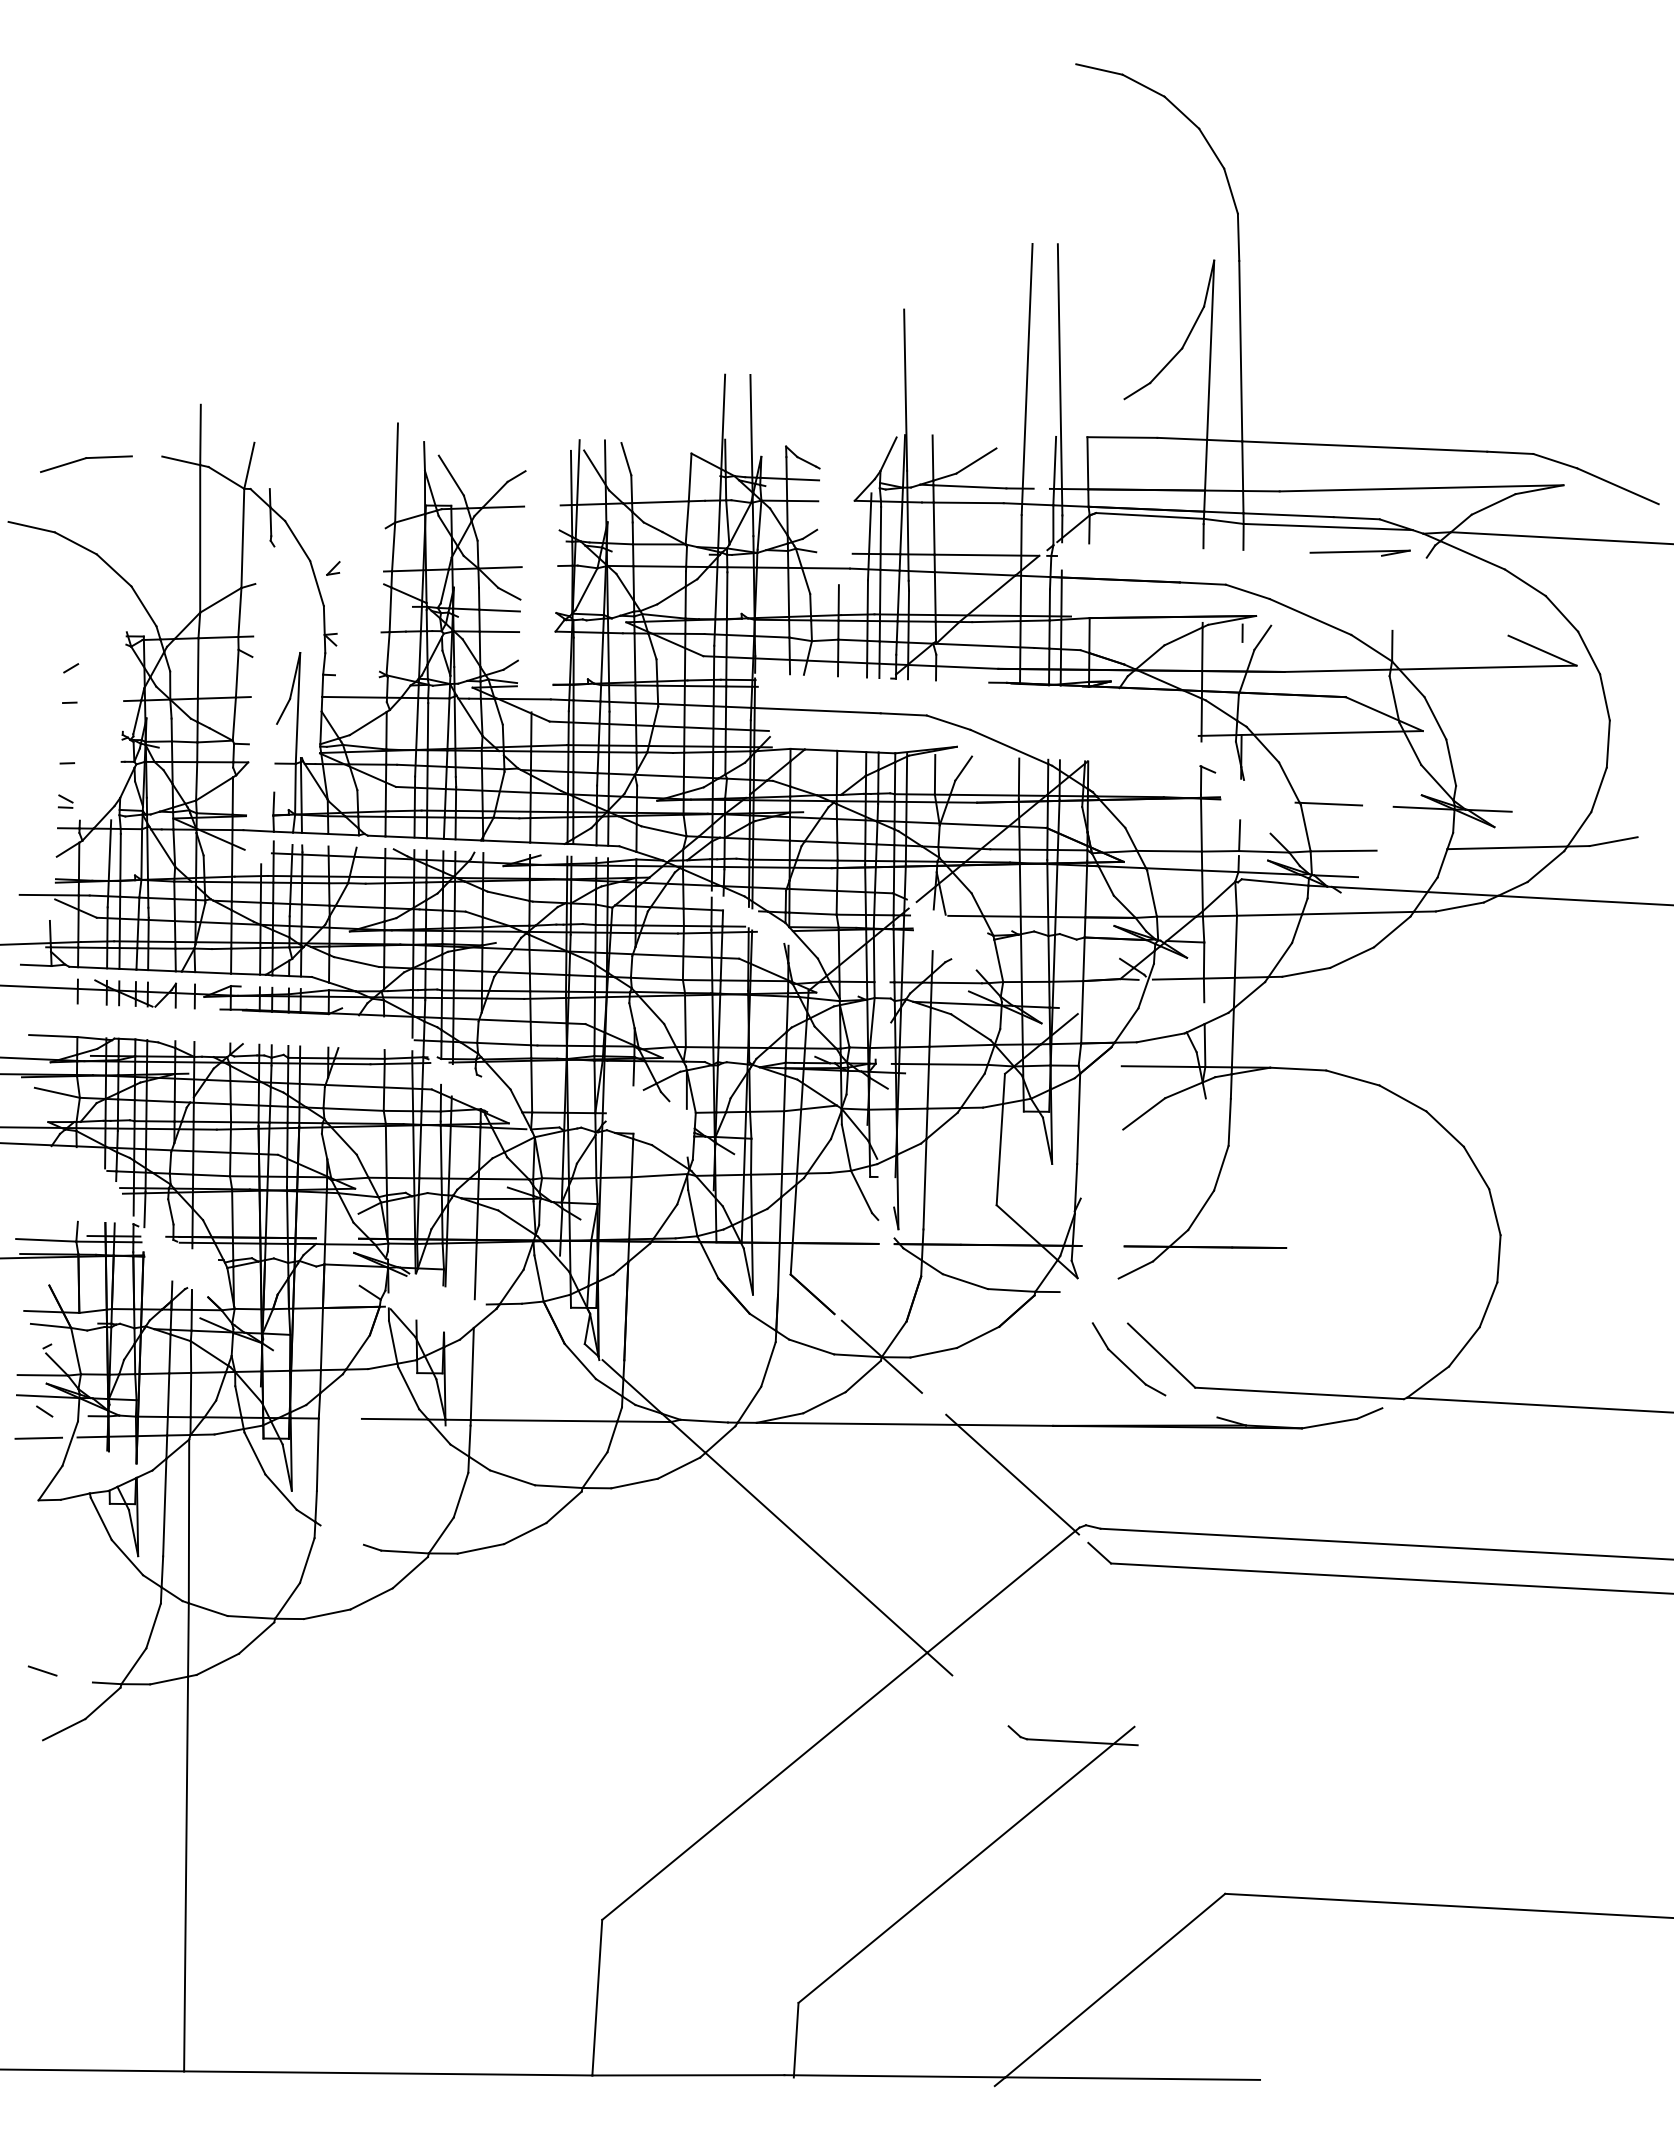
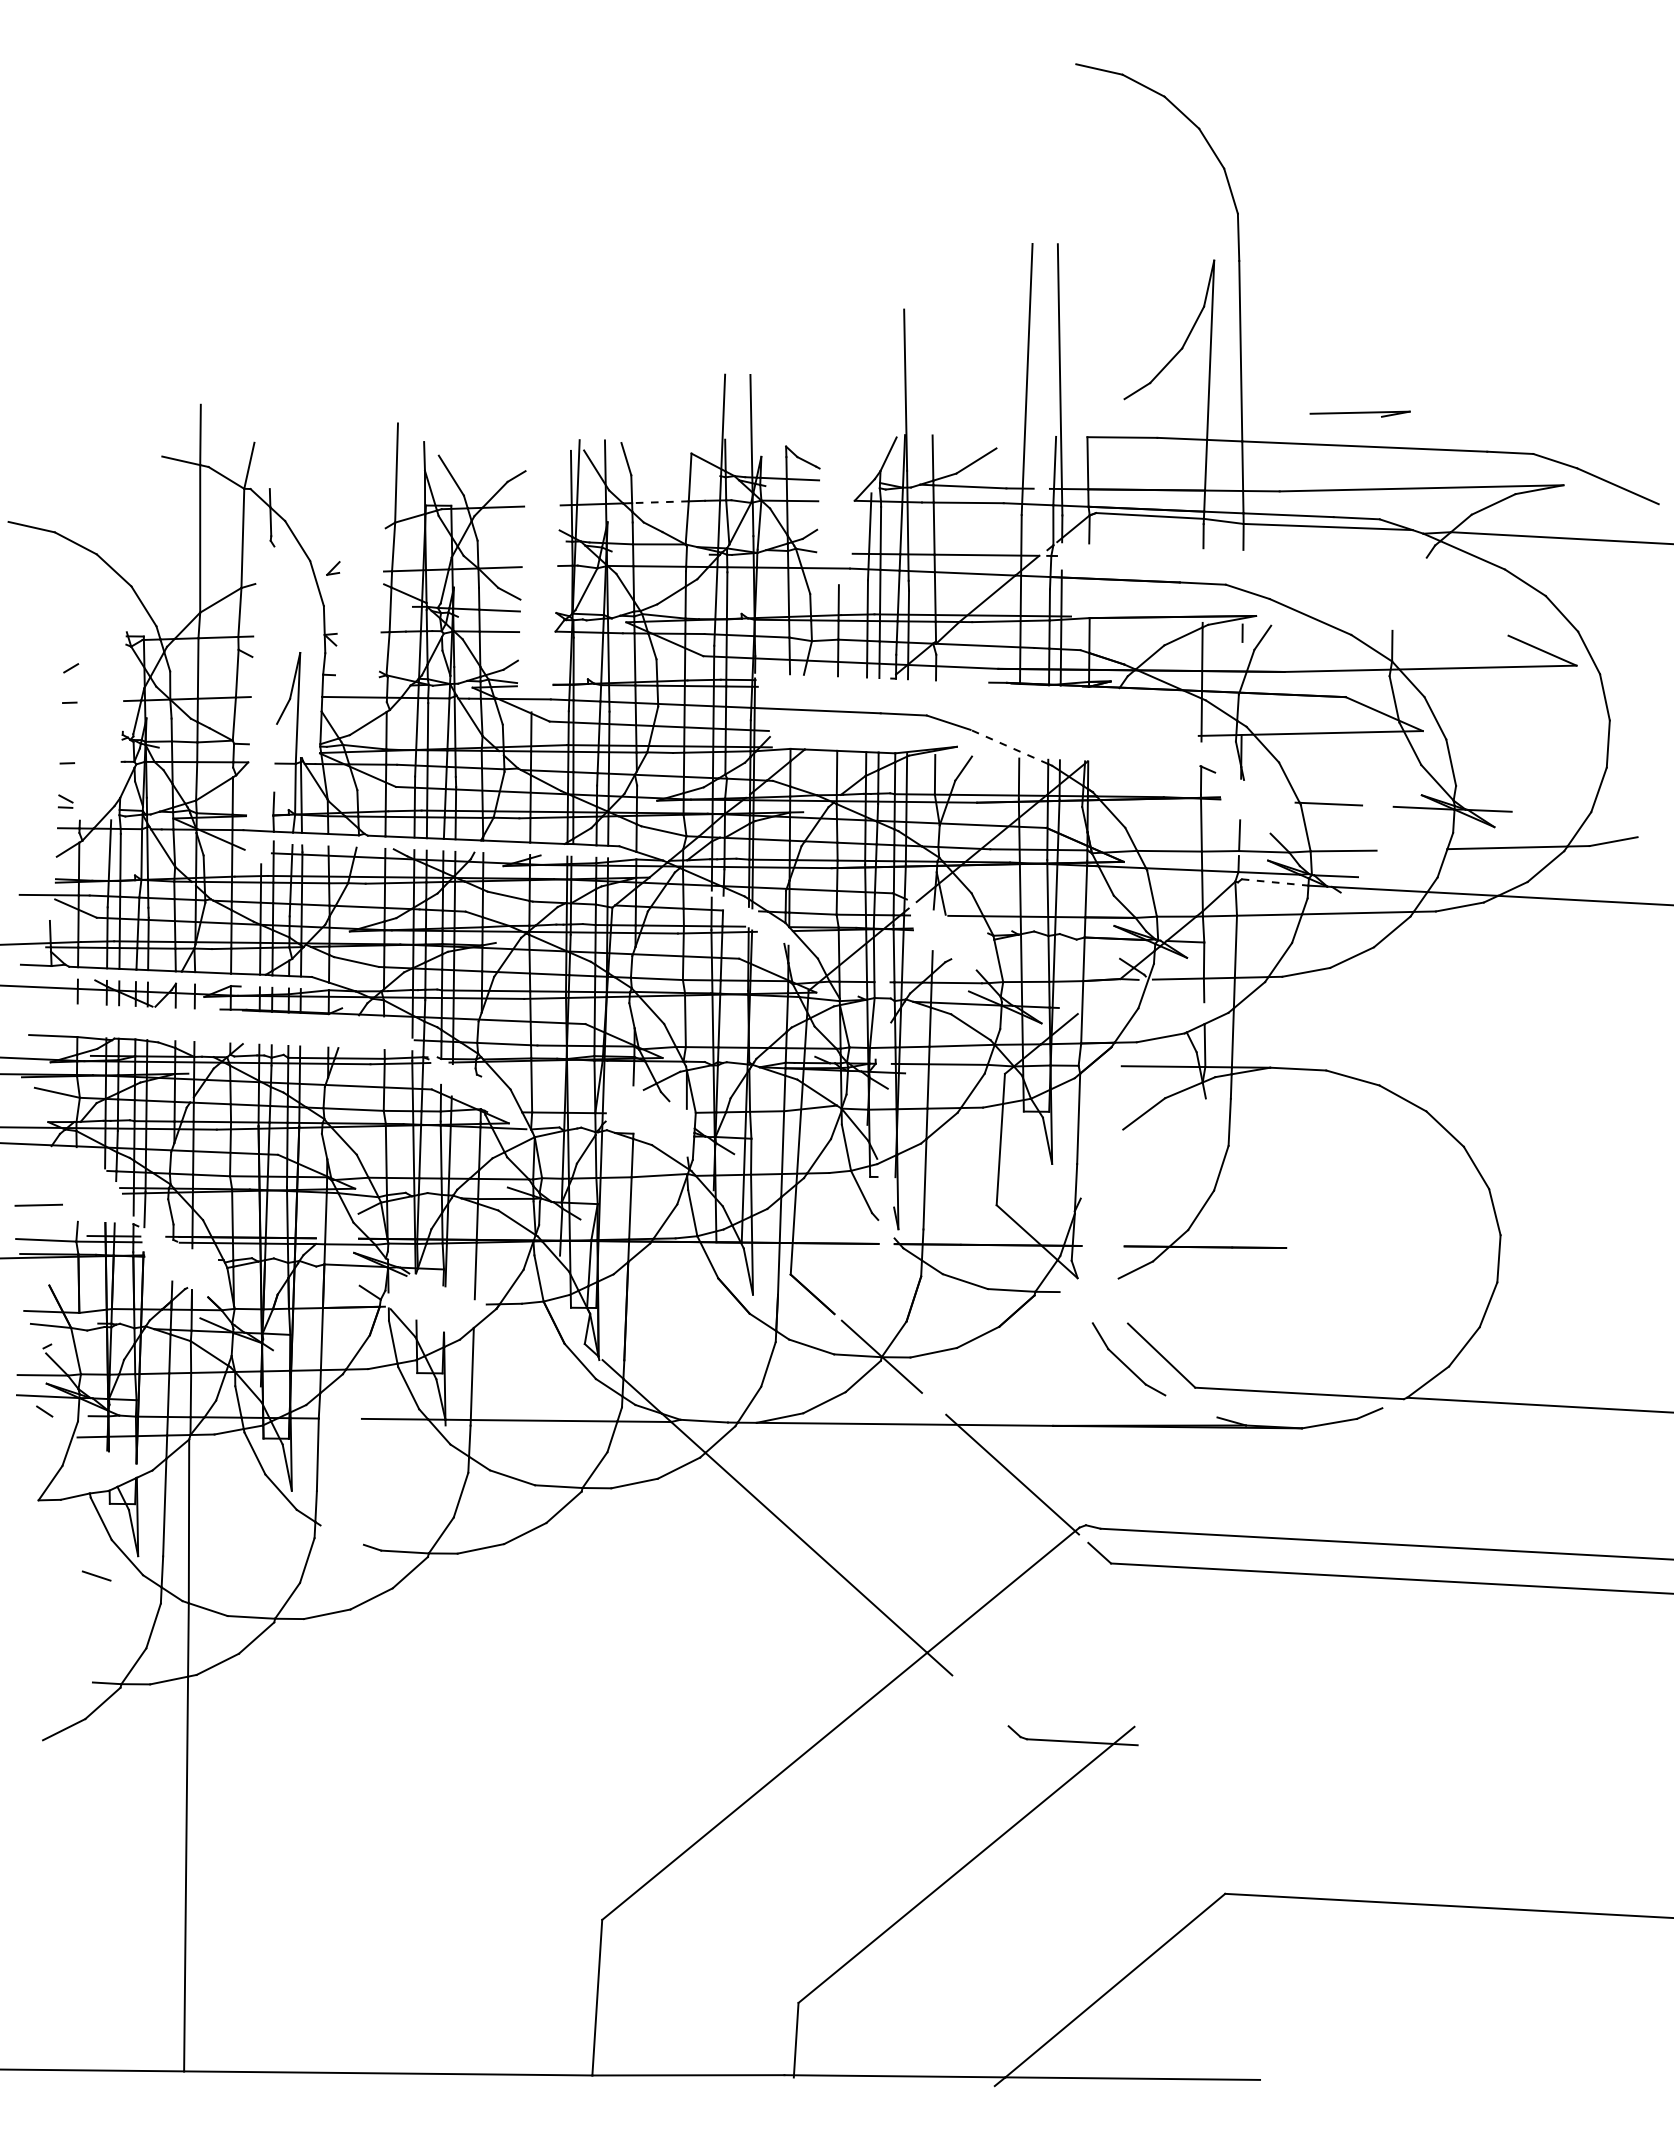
part at (86, 463): present -> none
line at (659, 502): solid -> dashed
part at (1359, 552) position: (1359, 552) -> (1359, 413)
line at (1008, 746): solid -> dashed
line at (1275, 882): solid -> dashed
line at (38, 1437) position: (38, 1437) -> (38, 1204)
line at (42, 1670) position: (42, 1670) -> (96, 1575)
